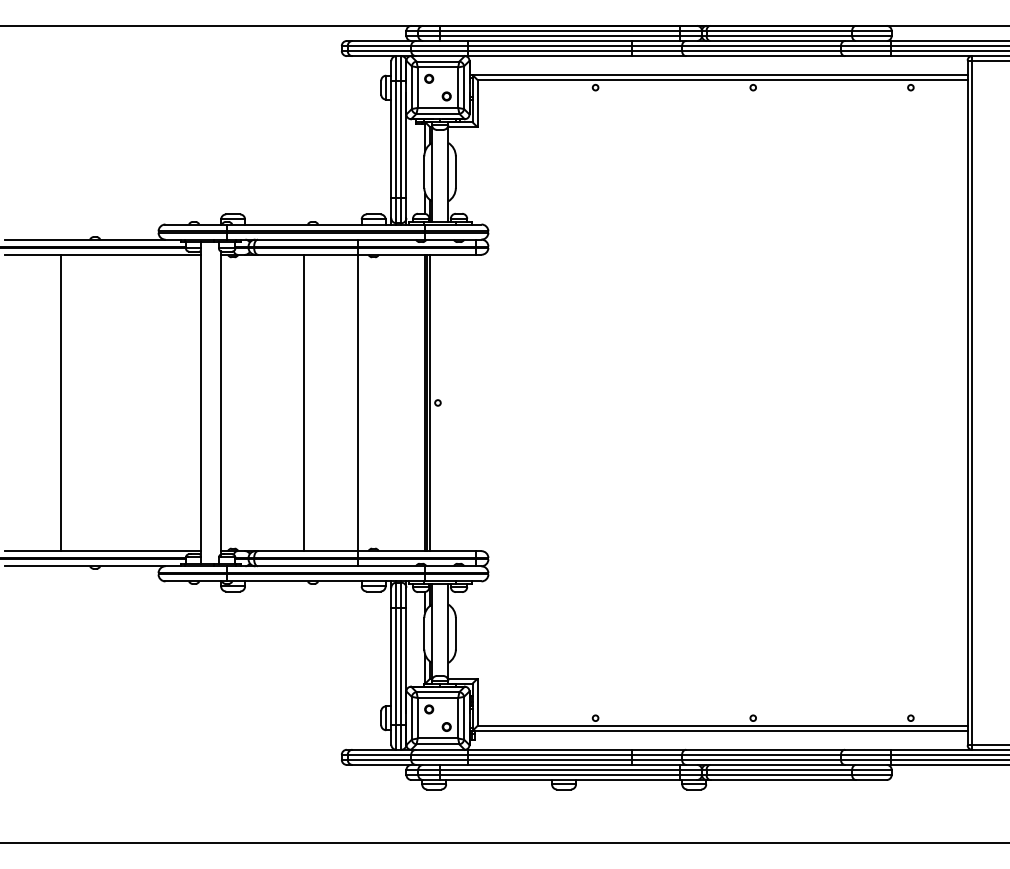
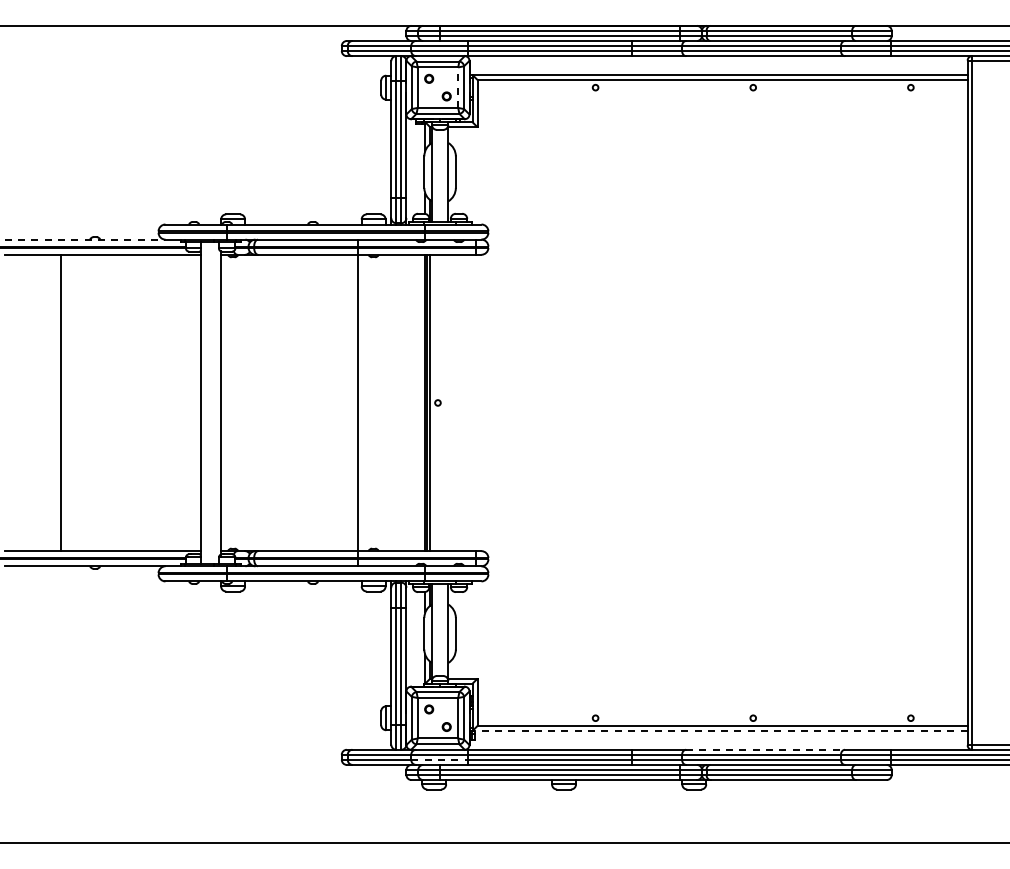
line at (458, 87): solid -> dashed
line at (85, 239): solid -> dashed
line at (303, 402): present -> none
line at (720, 730): solid -> dashed
line at (766, 749): solid -> dashed
line at (439, 759): solid -> dashed
